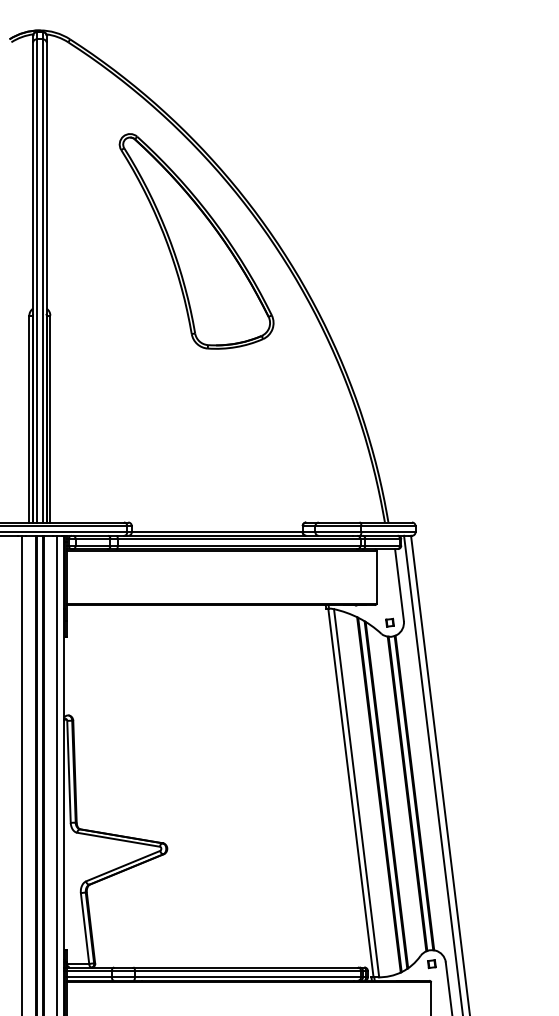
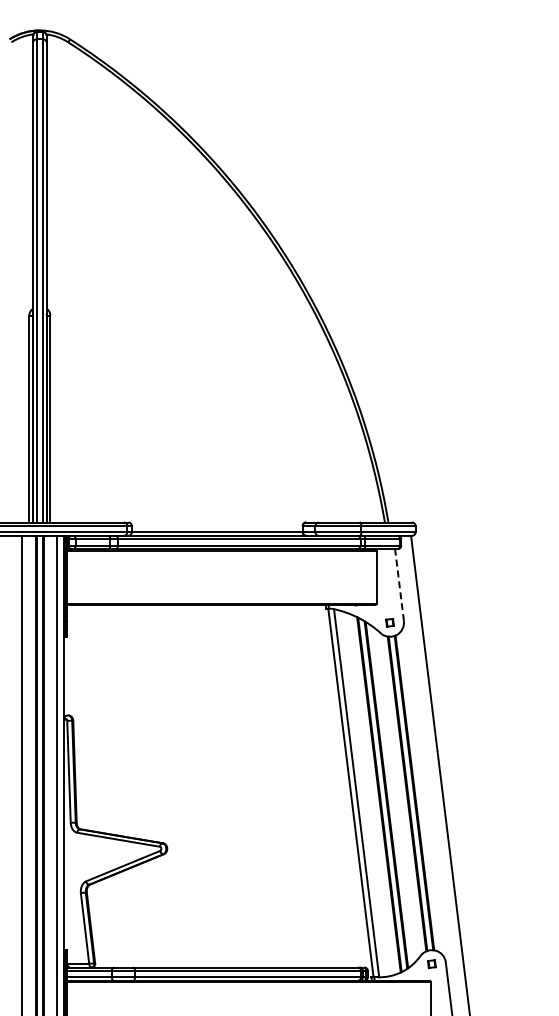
part at (196, 241): present -> none
line at (399, 584): solid -> dashed
line at (433, 773): present -> none
